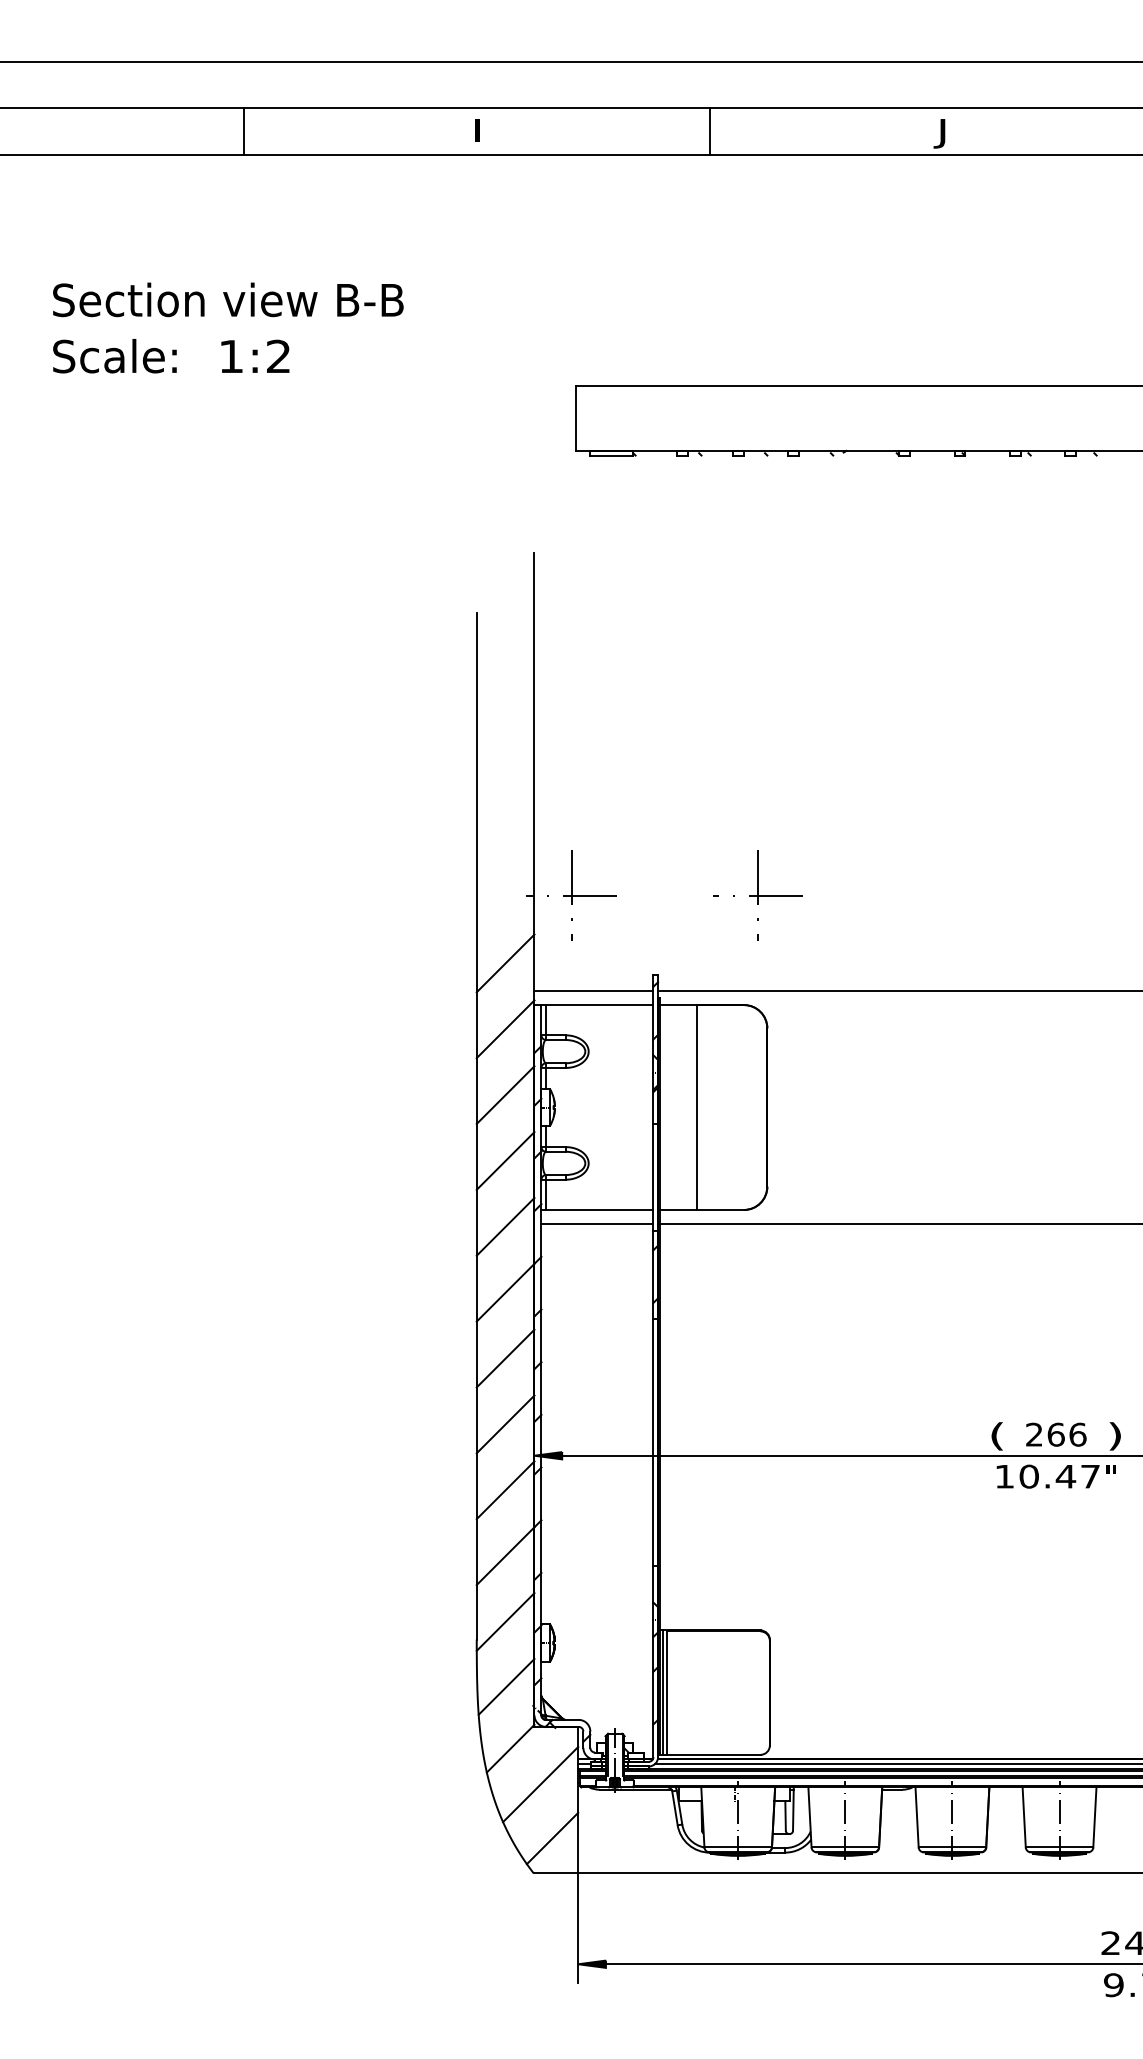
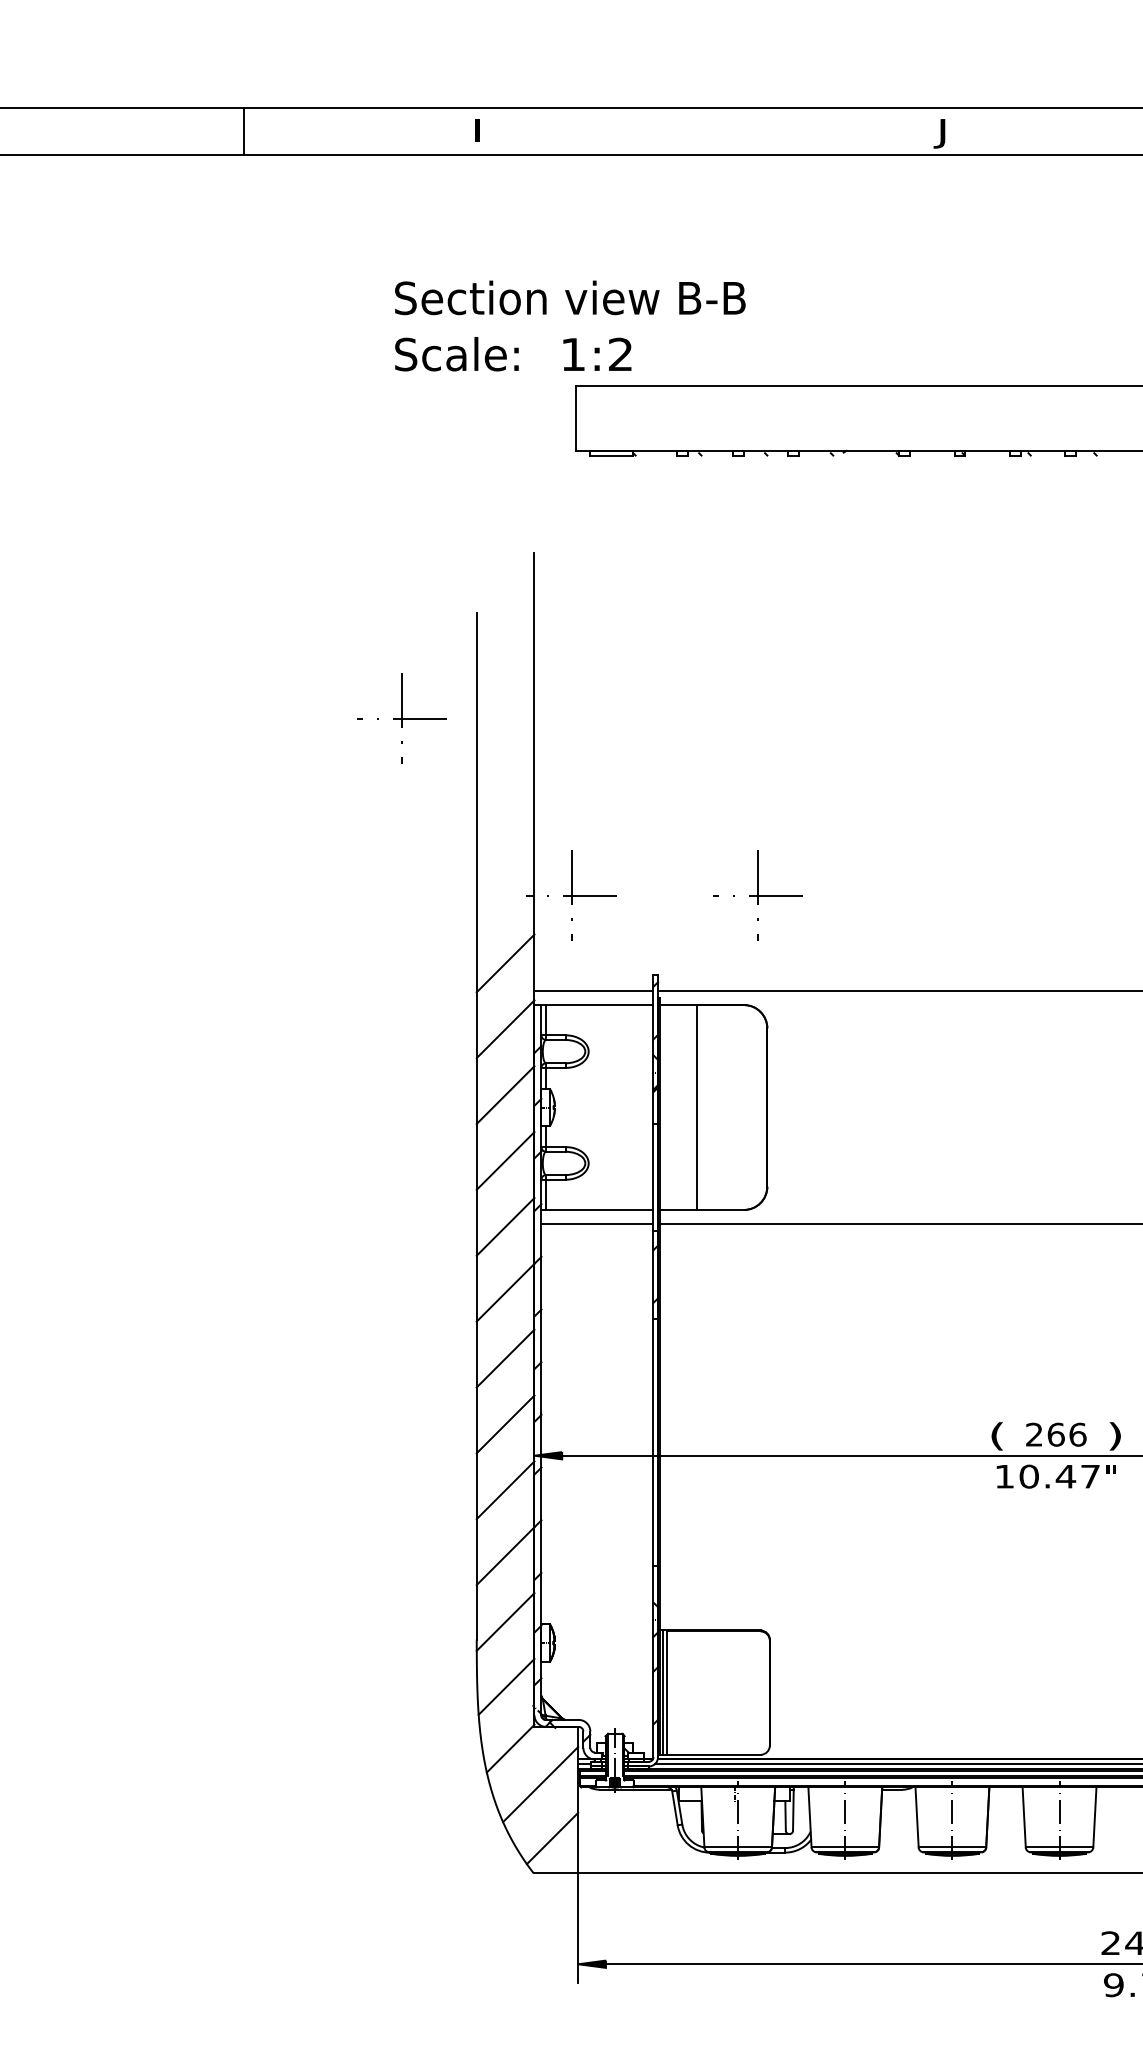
line at (570, 61): present -> none
line at (710, 131): present -> none
text at (228, 327) position: (228, 327) -> (570, 325)
part at (401, 718): none -> present
